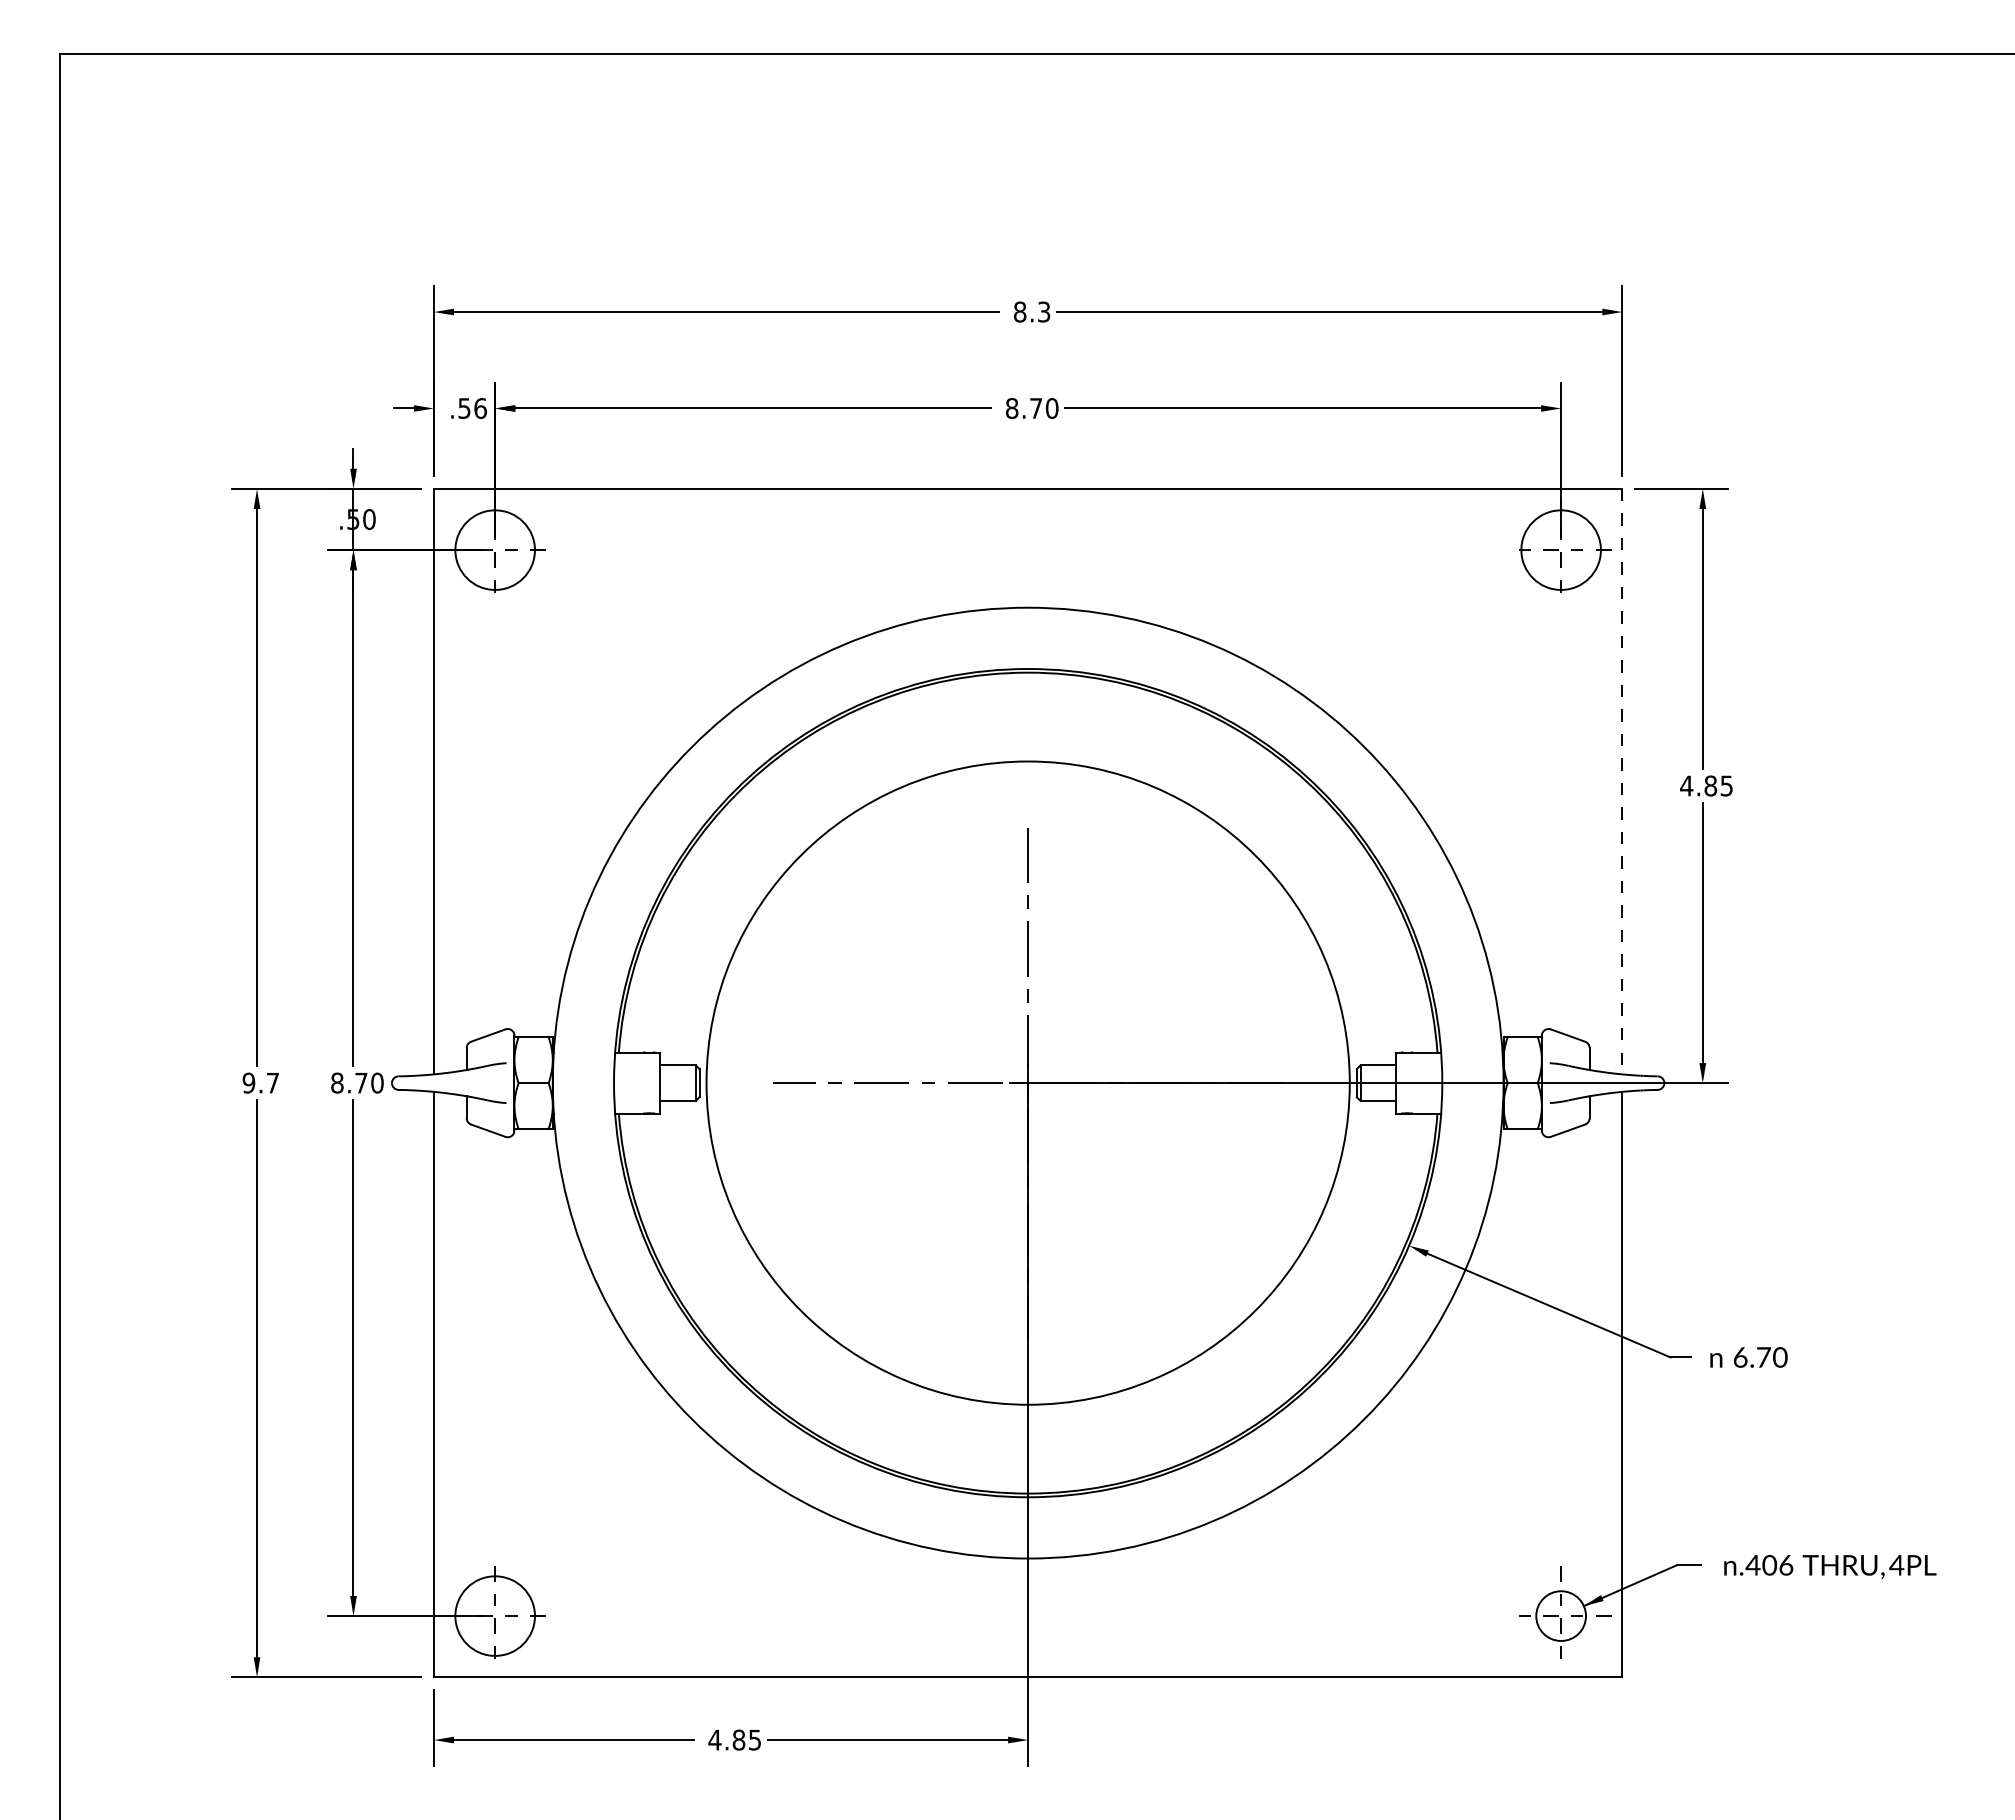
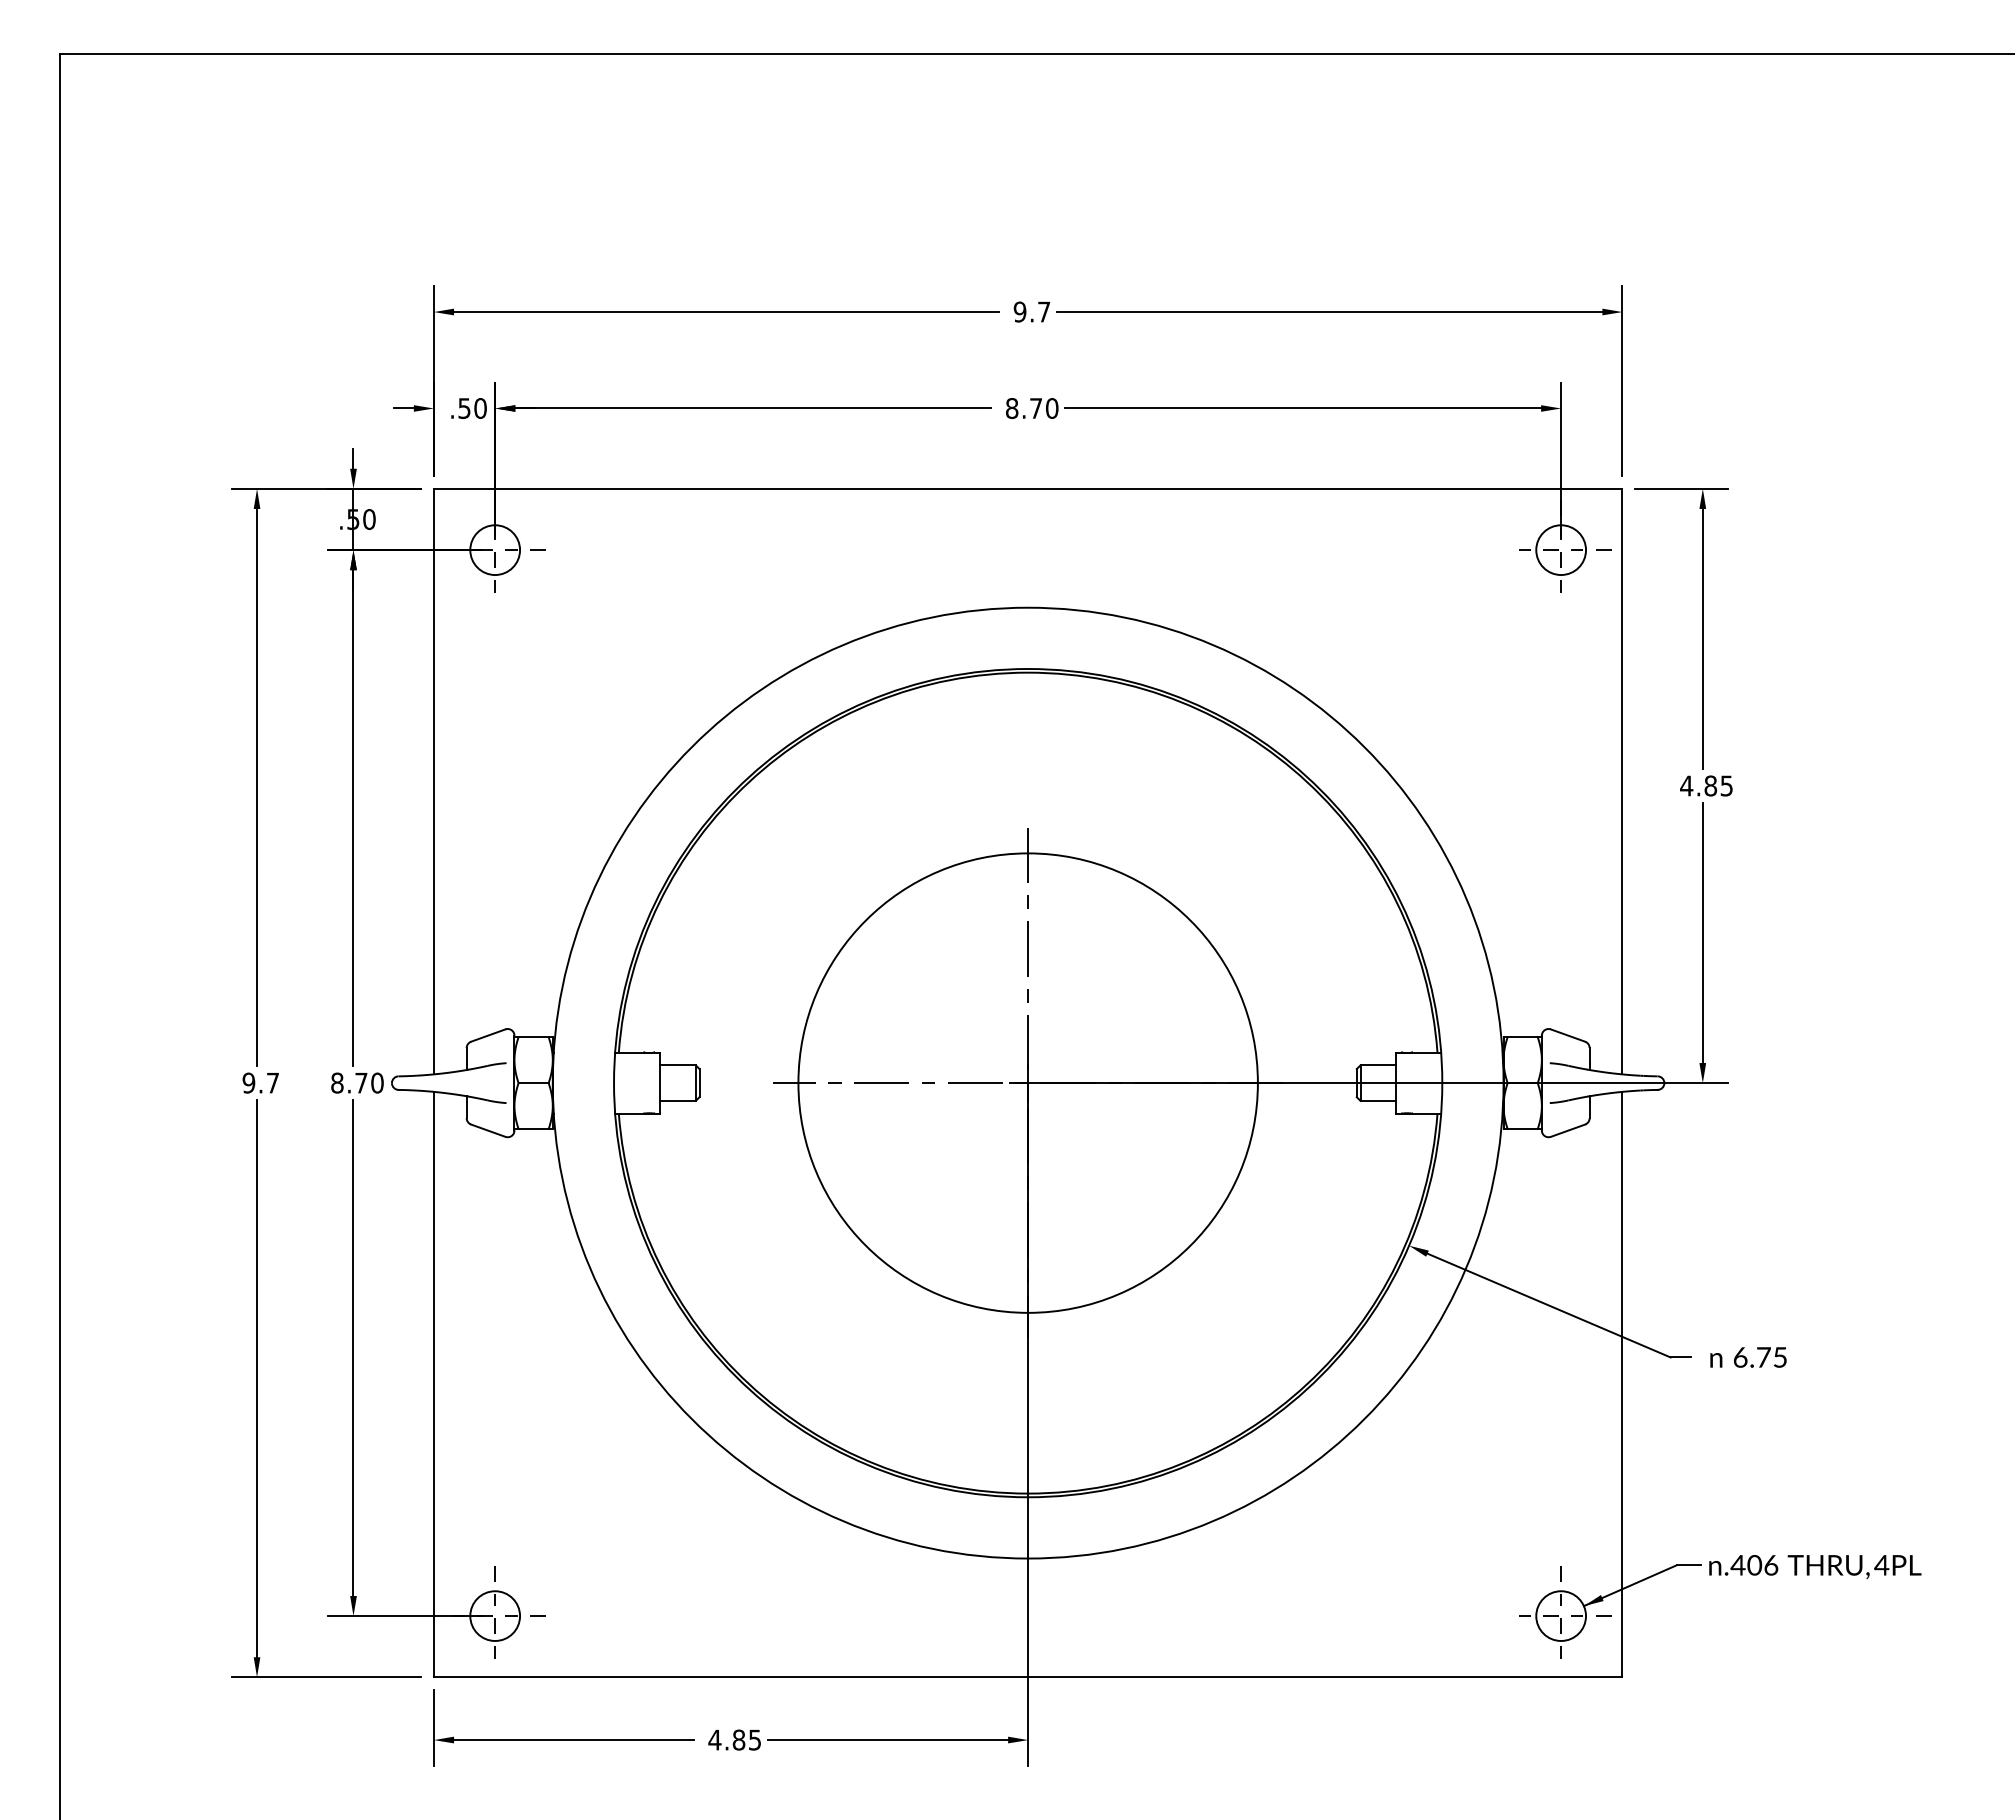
text at (1031, 311): 8.3 -> 9.7
text at (480, 408): .56 -> .50
circle at (494, 549) diameter: 80 px -> 50 px
circle at (1560, 549) diameter: 80 px -> 50 px
line at (1622, 781): dashed -> solid
circle at (1027, 1082) diameter: 643 px -> 459 px
text at (1780, 1357): 6.70 -> 6.75
text at (1830, 1566) position: (1830, 1566) -> (1815, 1566)
circle at (494, 1615) diameter: 80 px -> 50 px
